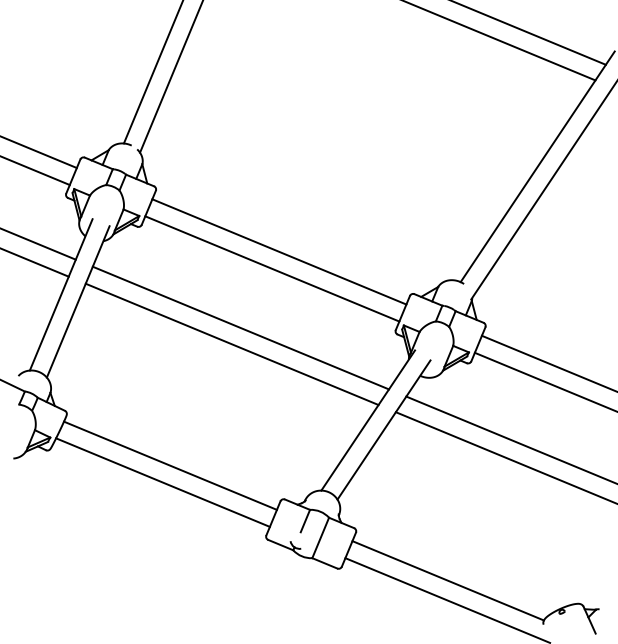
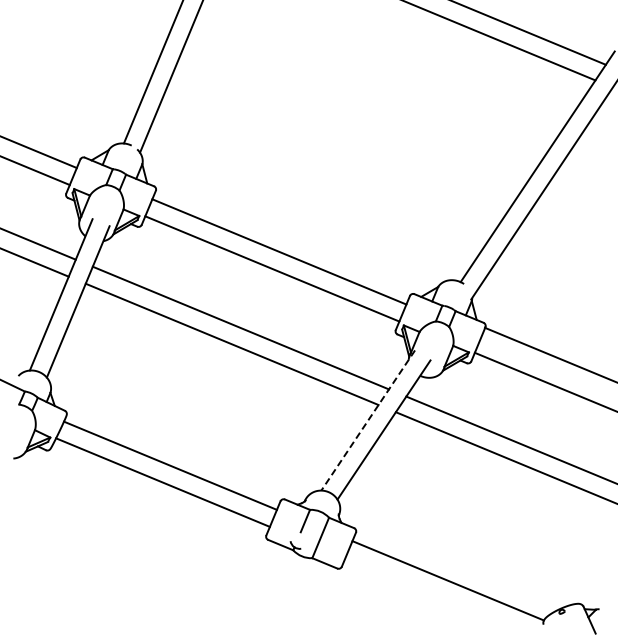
line at (547, 362) position: (547, 362) -> (549, 354)
line at (367, 420): solid -> dashed
line at (444, 599): present -> none
